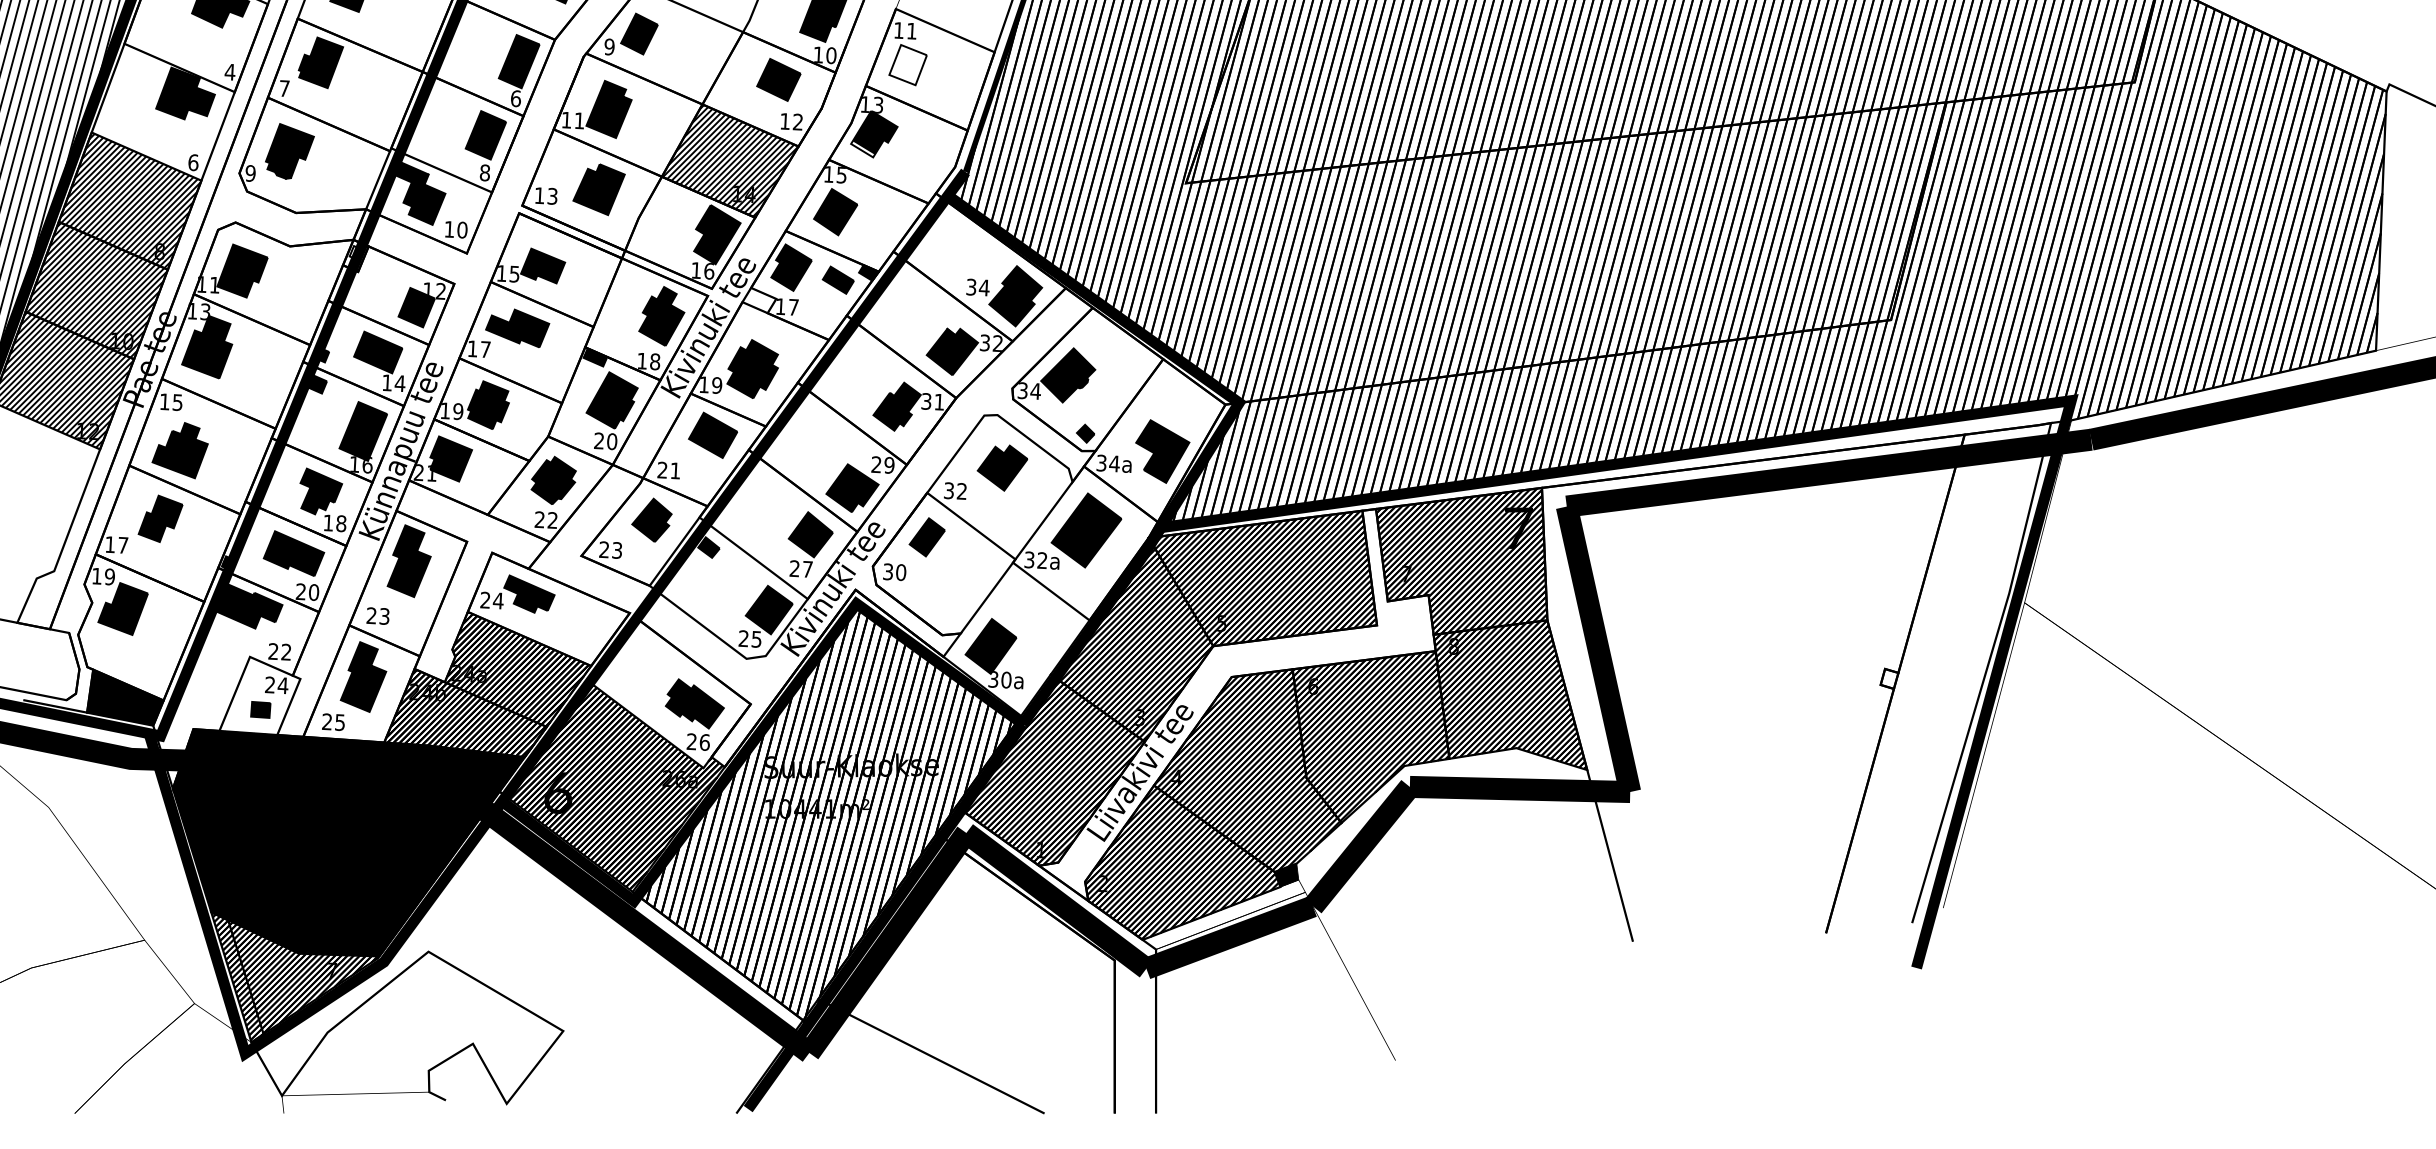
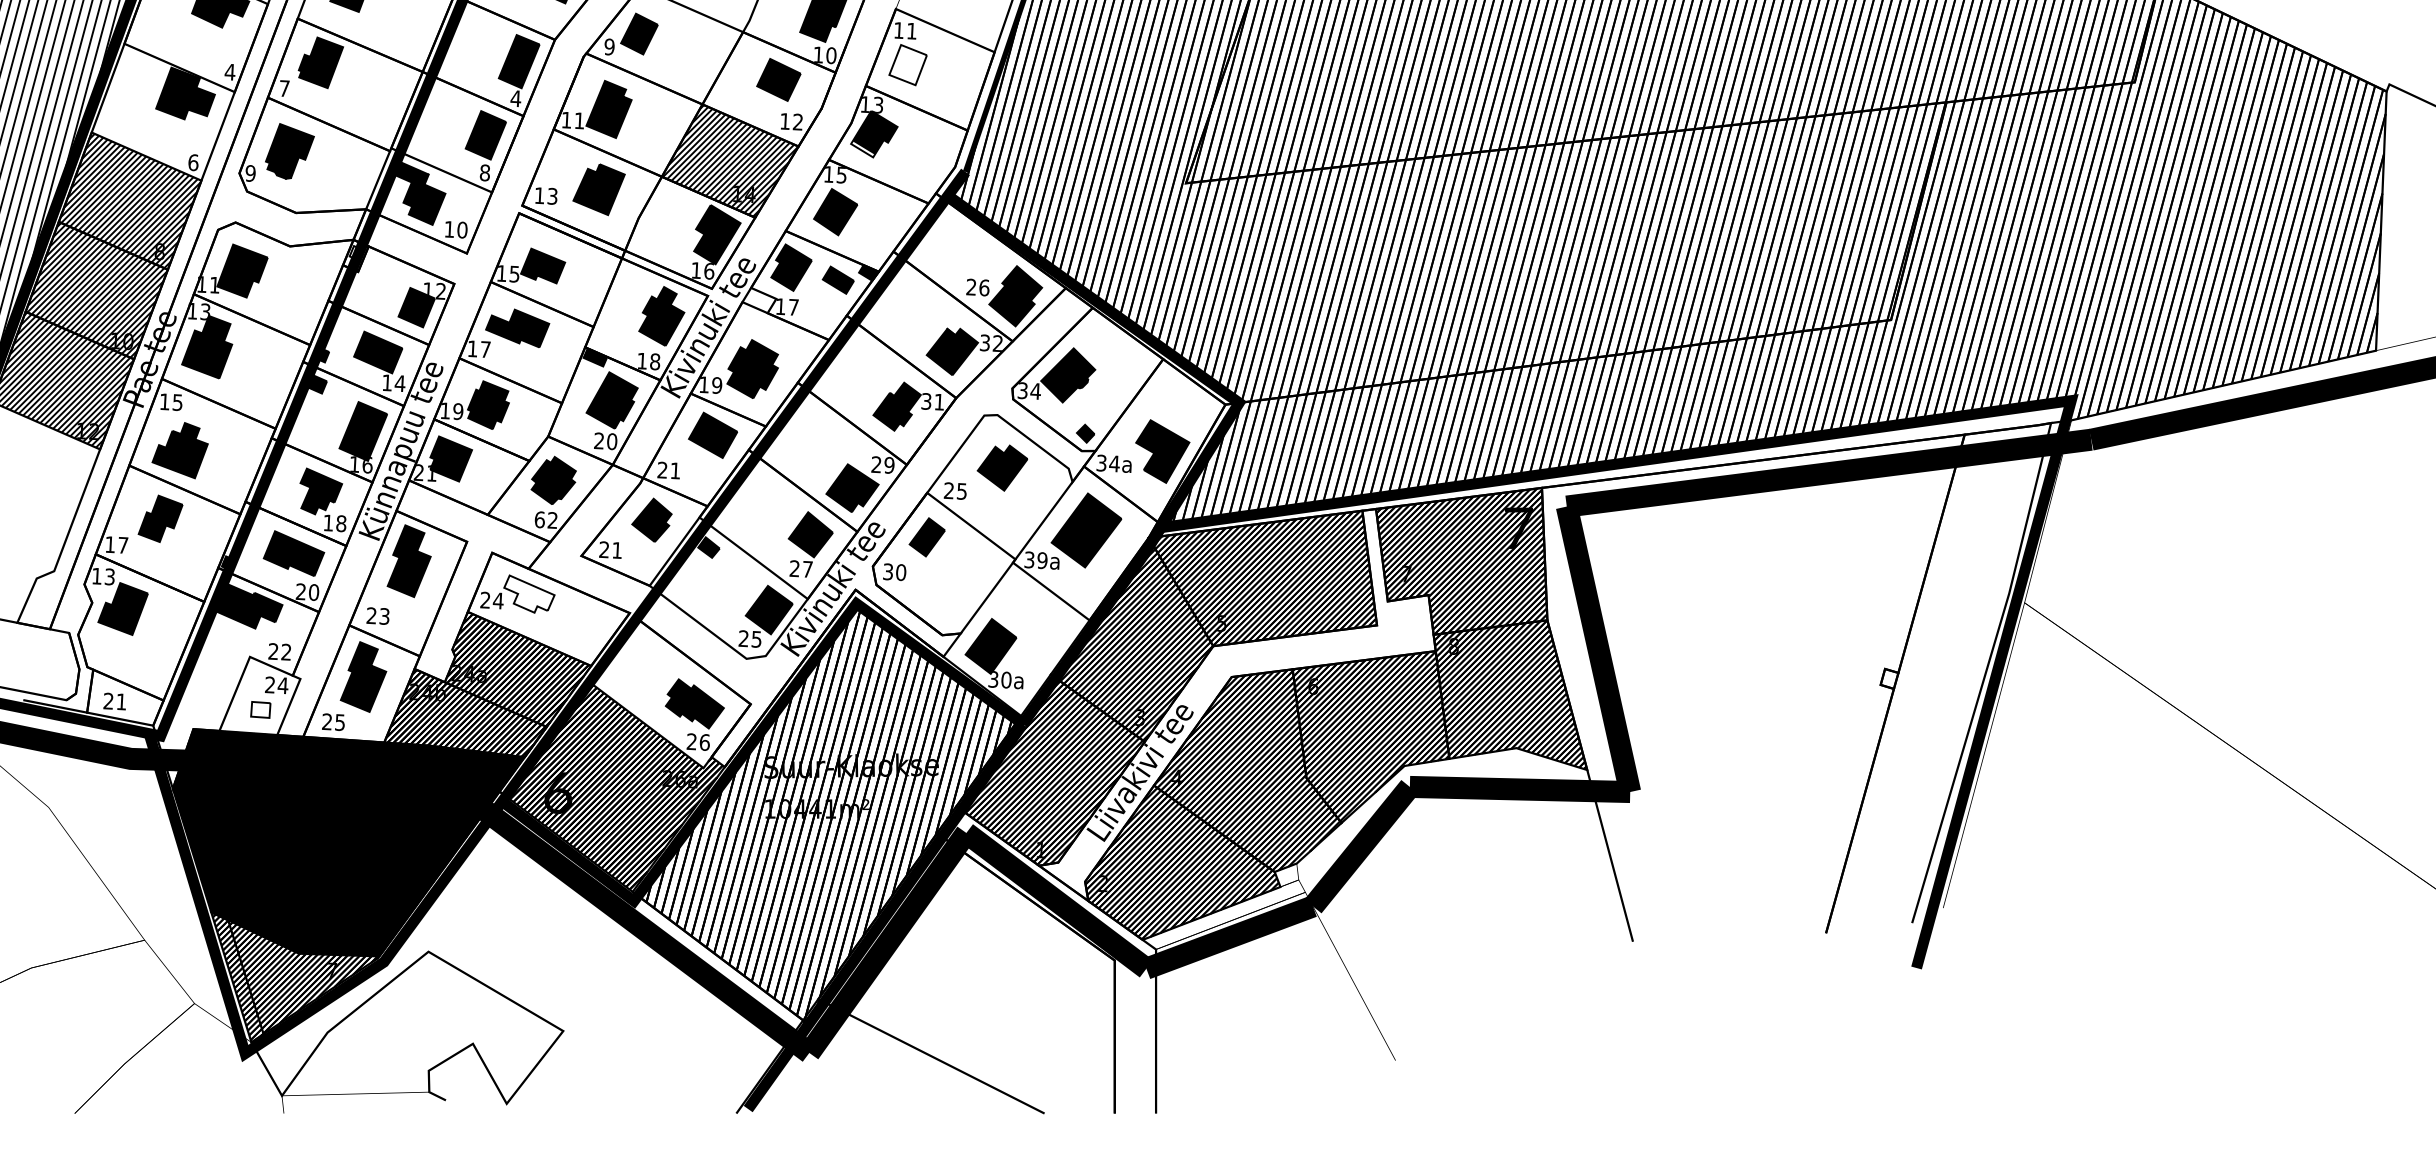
text at (515, 98): 6 -> 4
text at (977, 287): 34 -> 26
text at (954, 490): 32 -> 25
text at (539, 519): 22 -> 62
text at (616, 550): 23 -> 21
text at (1042, 560): 32a -> 39a
text at (109, 576): 19 -> 13
fill at (529, 593): present -> none
fill at (125, 697): present -> none
fill at (260, 709): present -> none
fill at (1286, 874): present -> none
